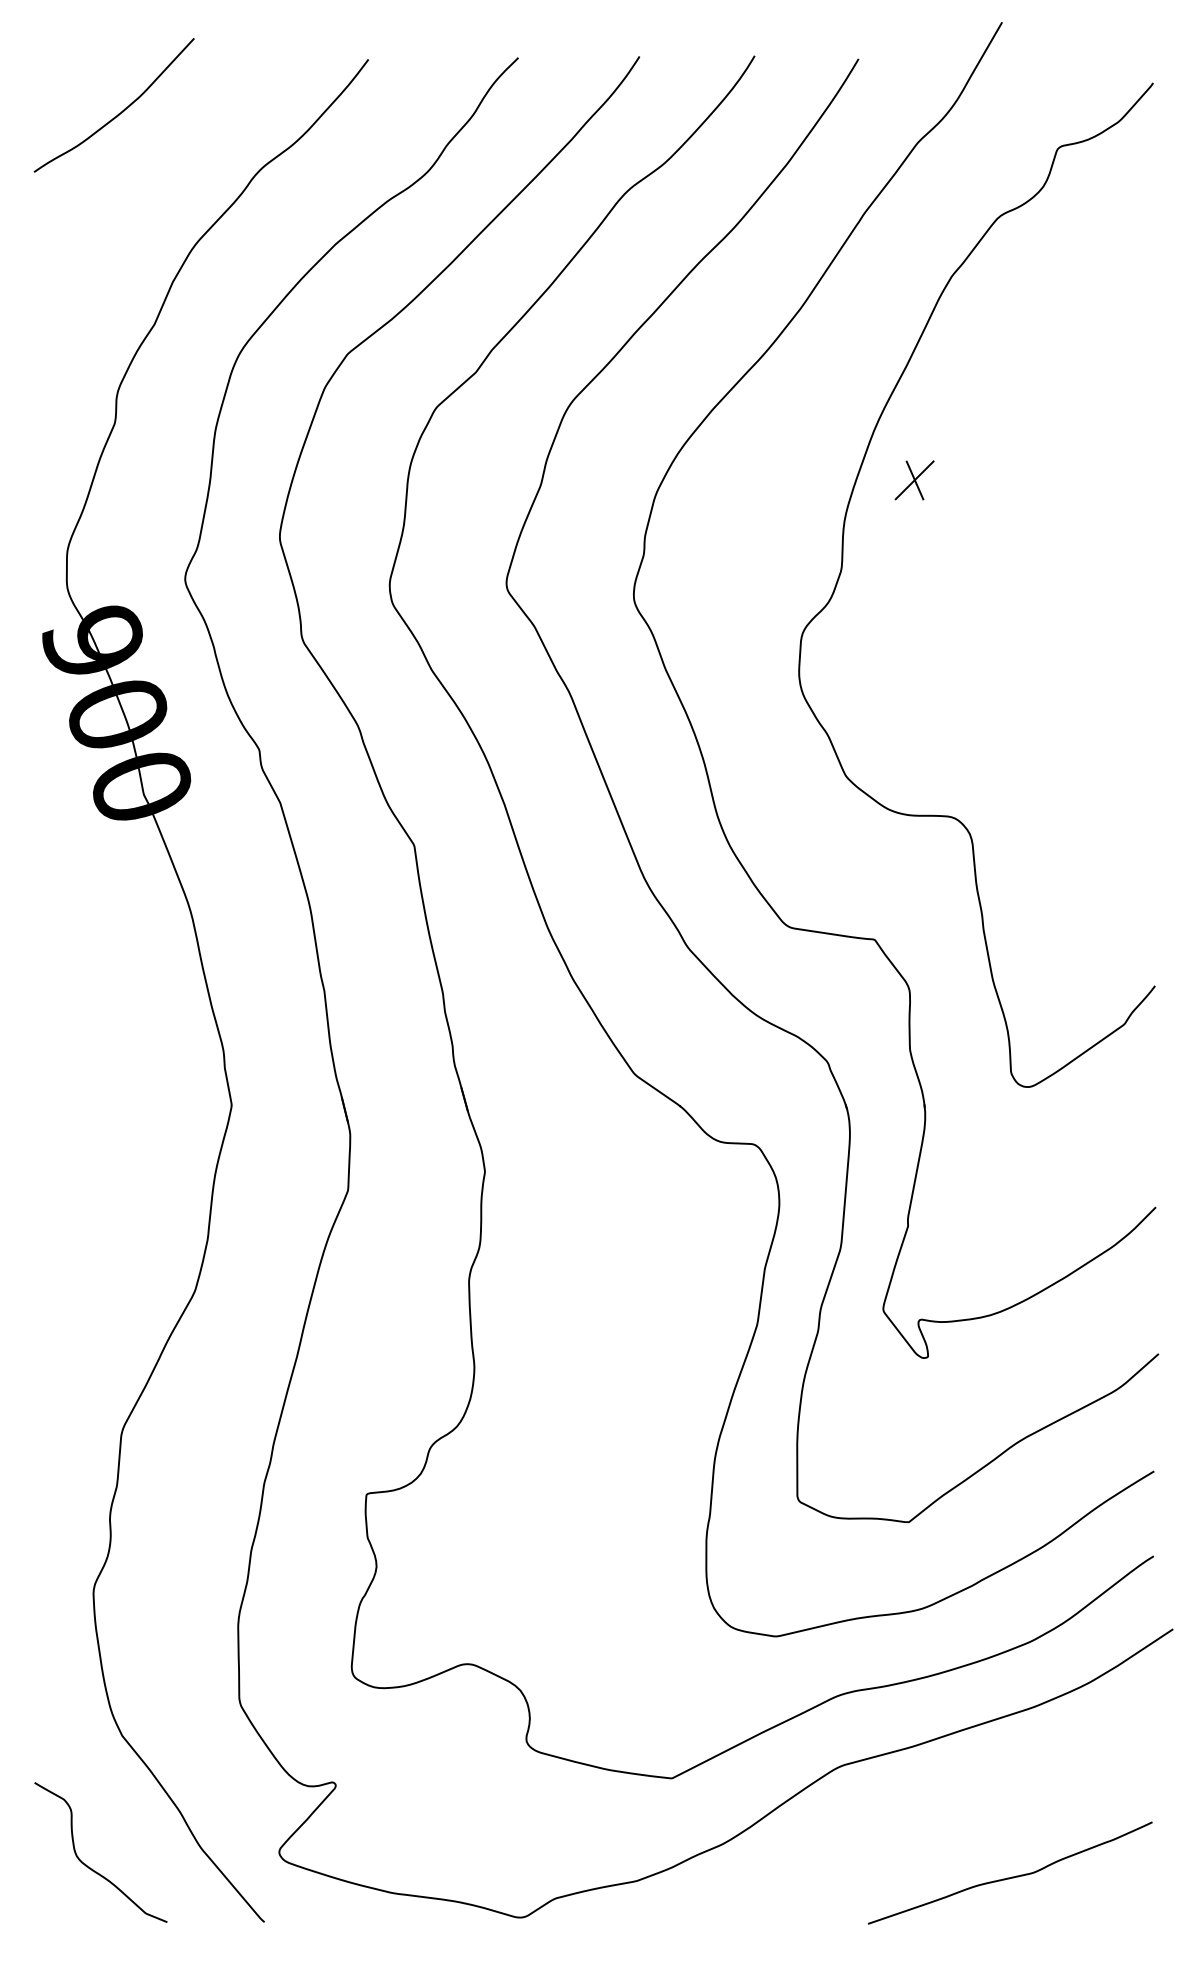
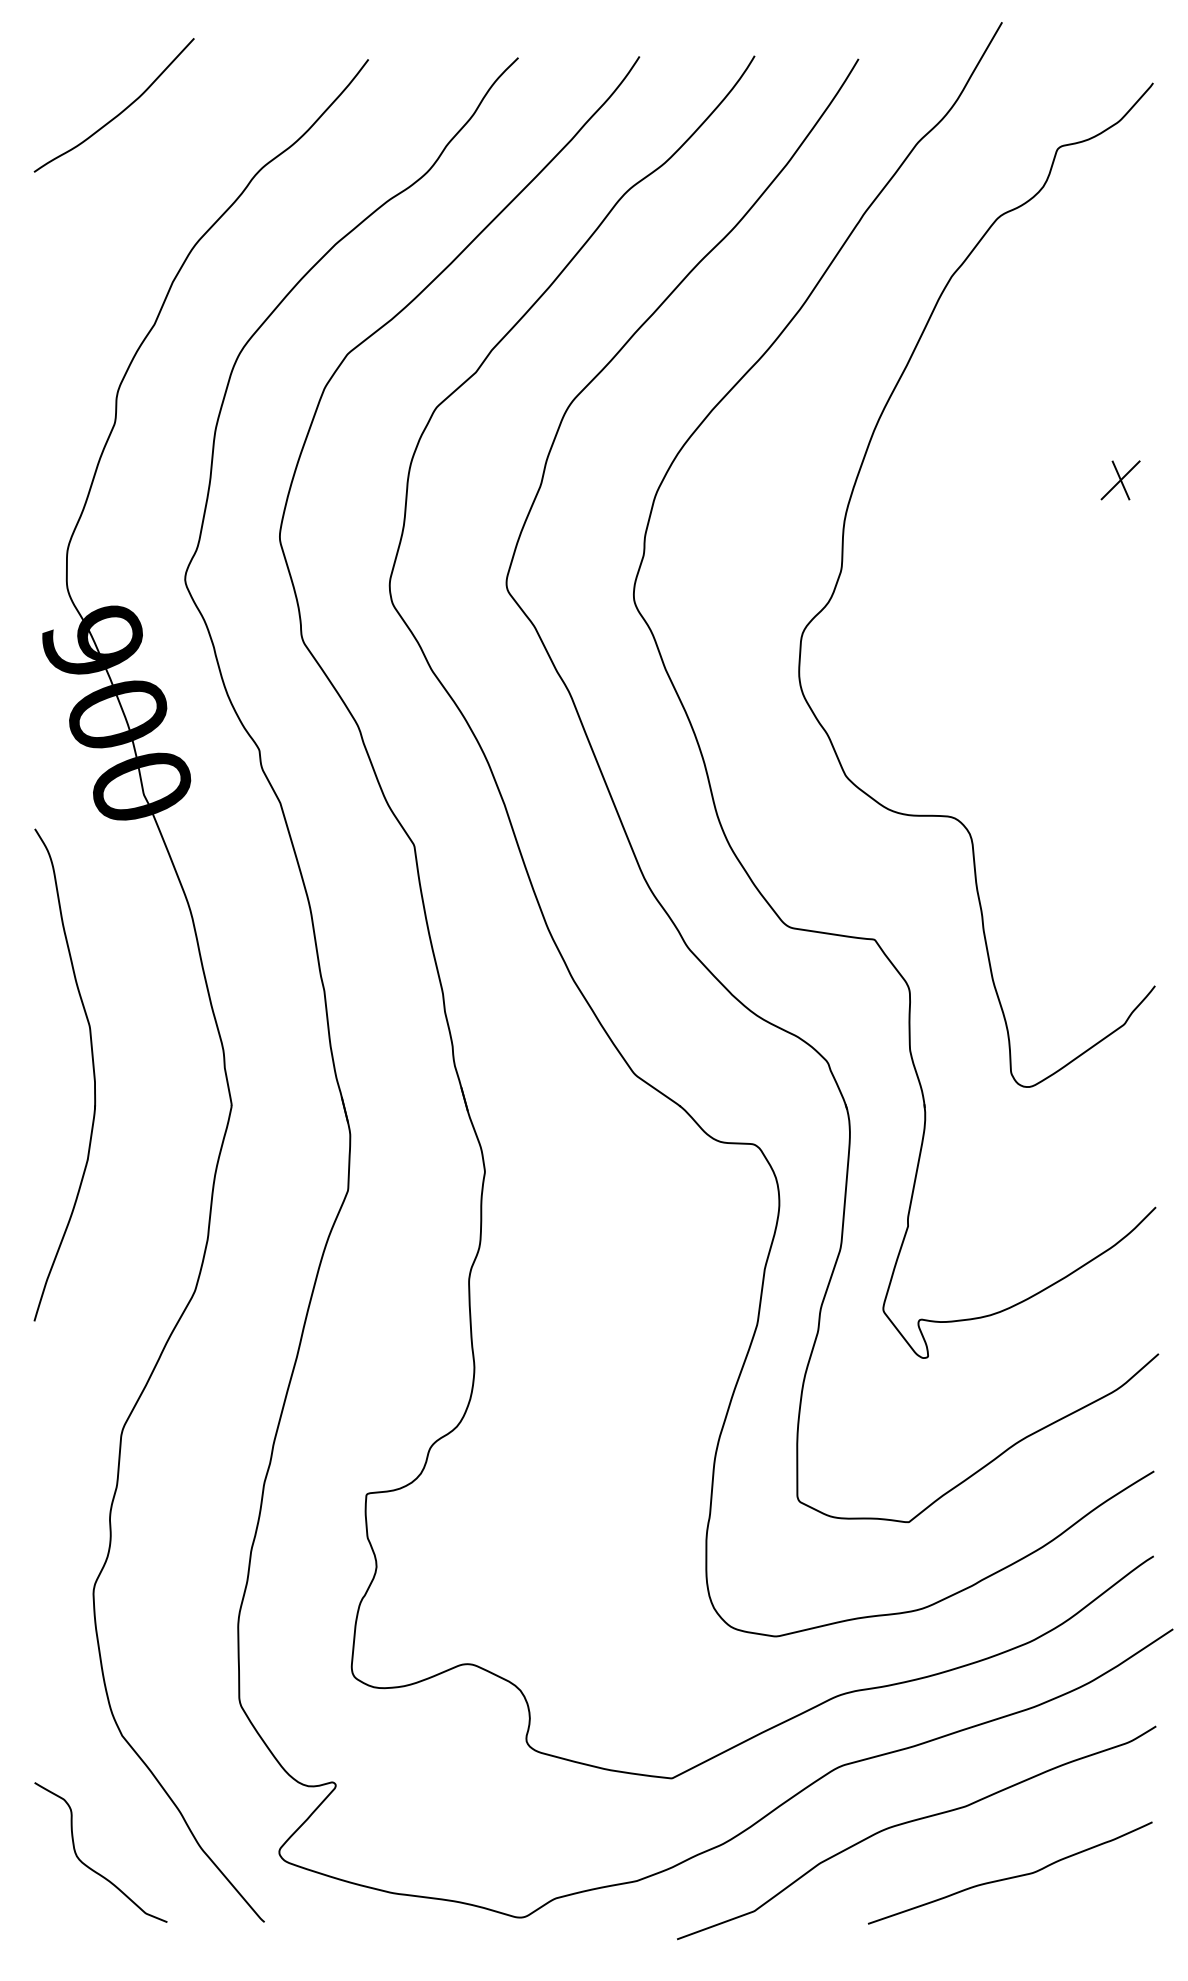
part at (914, 480) position: (914, 480) -> (1120, 480)
part at (92, 1068): none -> present
curve at (915, 1821): none -> present
